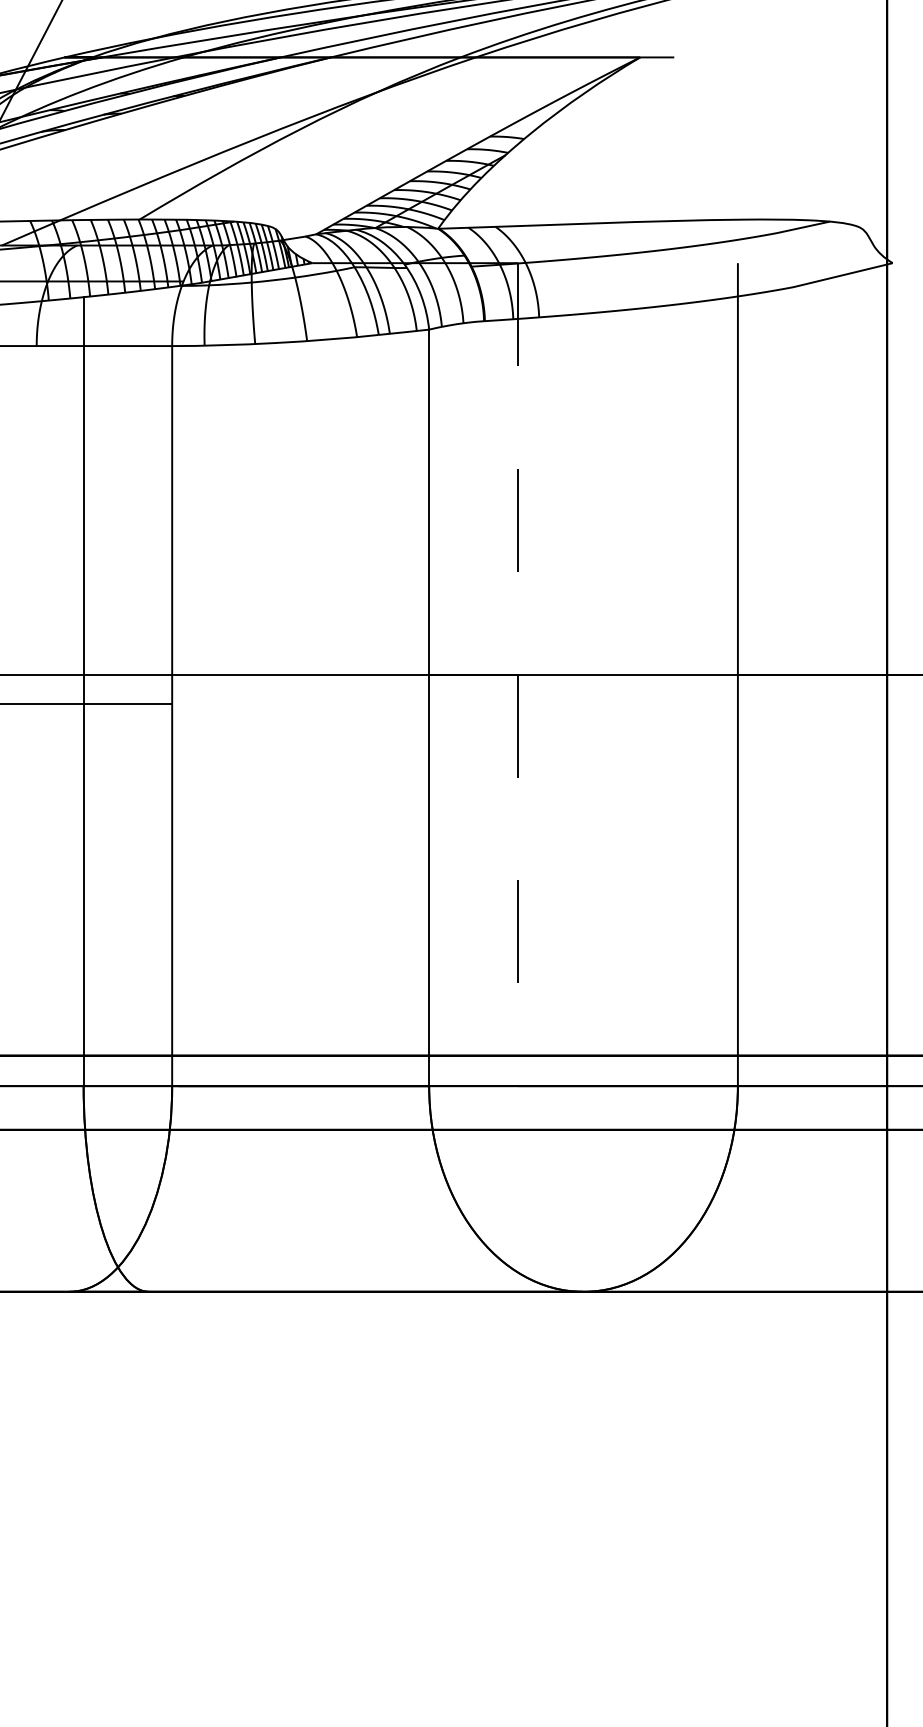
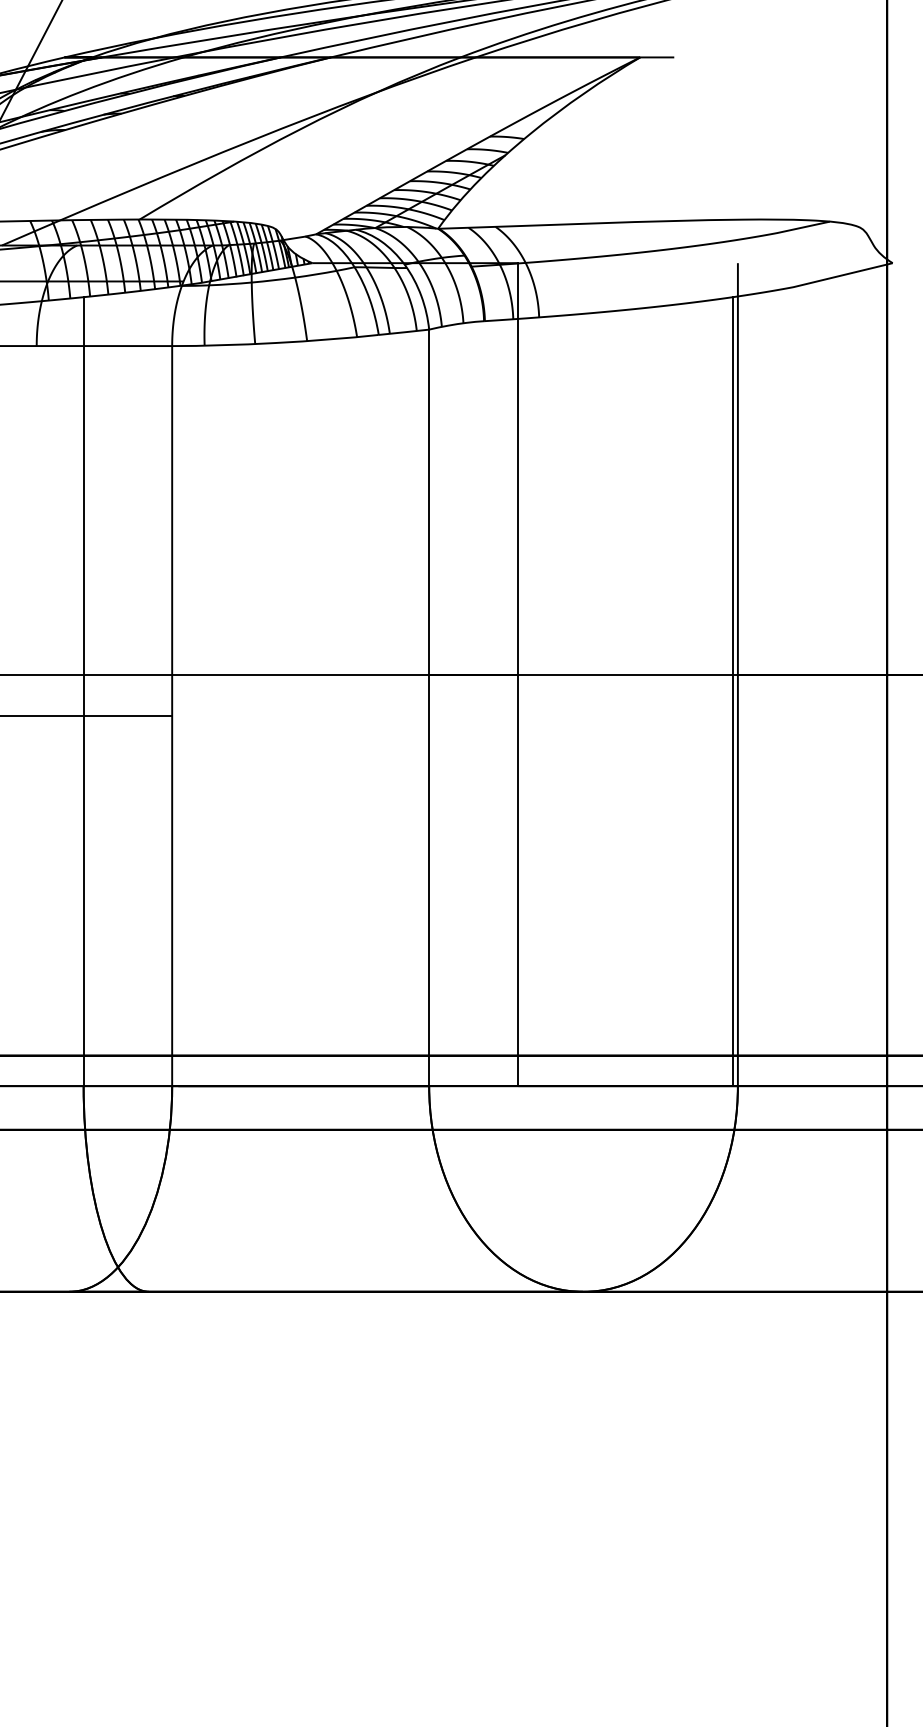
line at (518, 675): dashed -> solid
line at (732, 691): none -> present
line at (87, 704) position: (87, 704) -> (87, 716)
